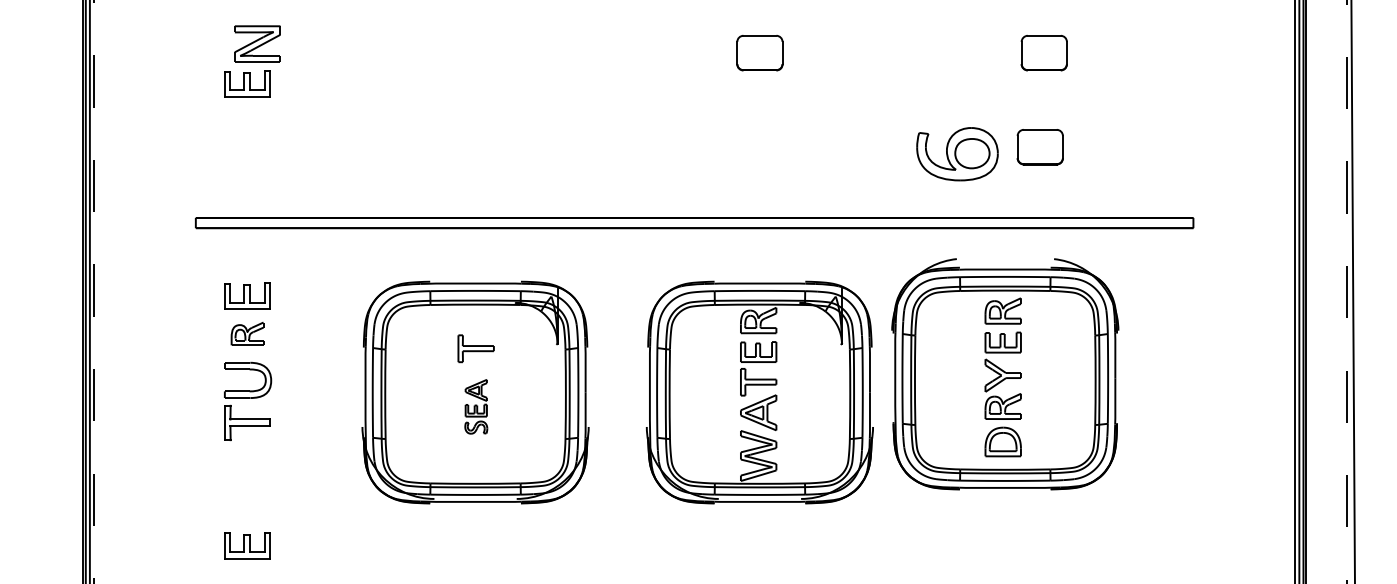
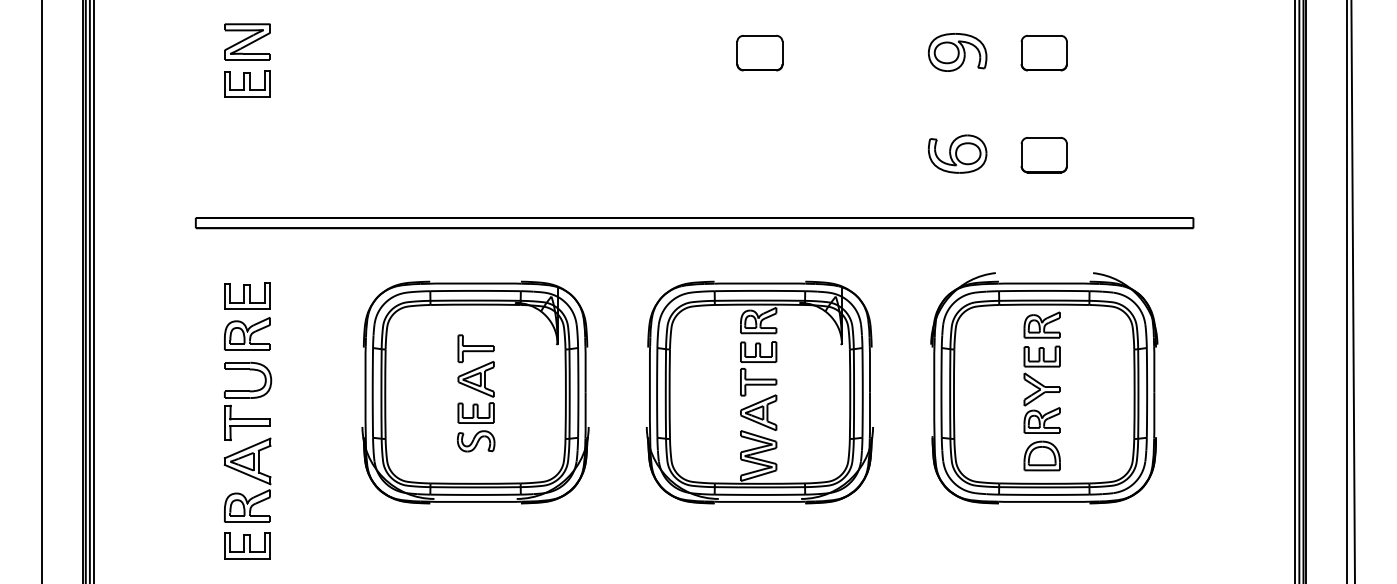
part at (257, 43) position: (257, 43) -> (247, 41)
part at (957, 52): none -> present
part at (1039, 147) position: (1039, 147) -> (1043, 155)
part at (957, 154) size: 83x55 px -> 60x40 px
line at (41, 291): none -> present
line at (94, 291): dashed -> solid
line at (1347, 292): dashed -> solid
part at (247, 333) size: 35x24 px -> 47x34 px
part at (1005, 374) position: (1005, 374) -> (1044, 388)
part at (476, 406) size: 25x56 px -> 39x92 px
part at (247, 479): none -> present
